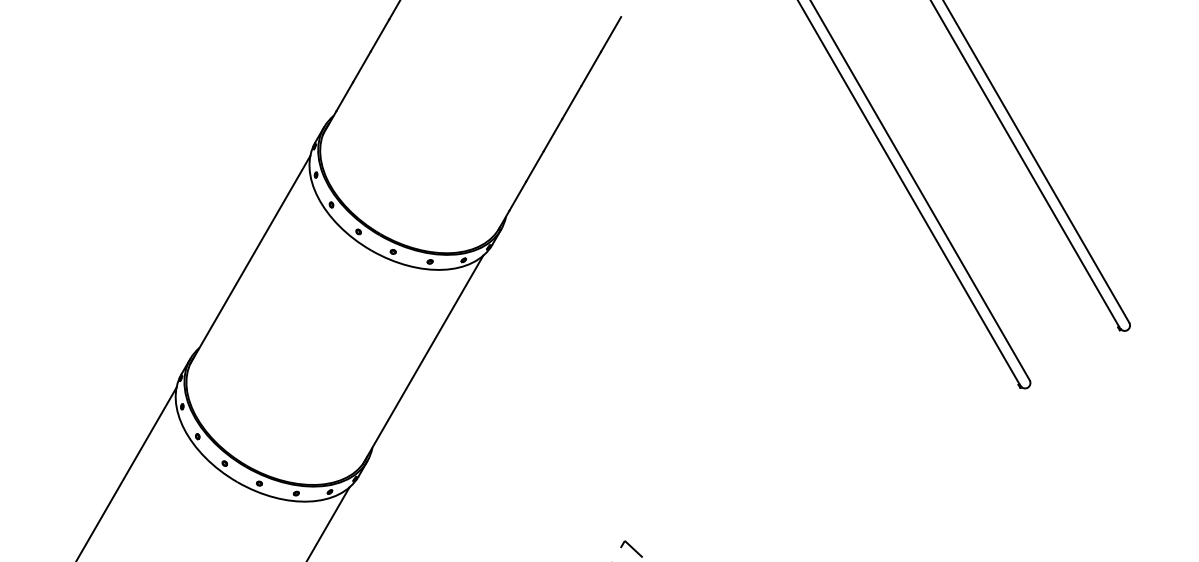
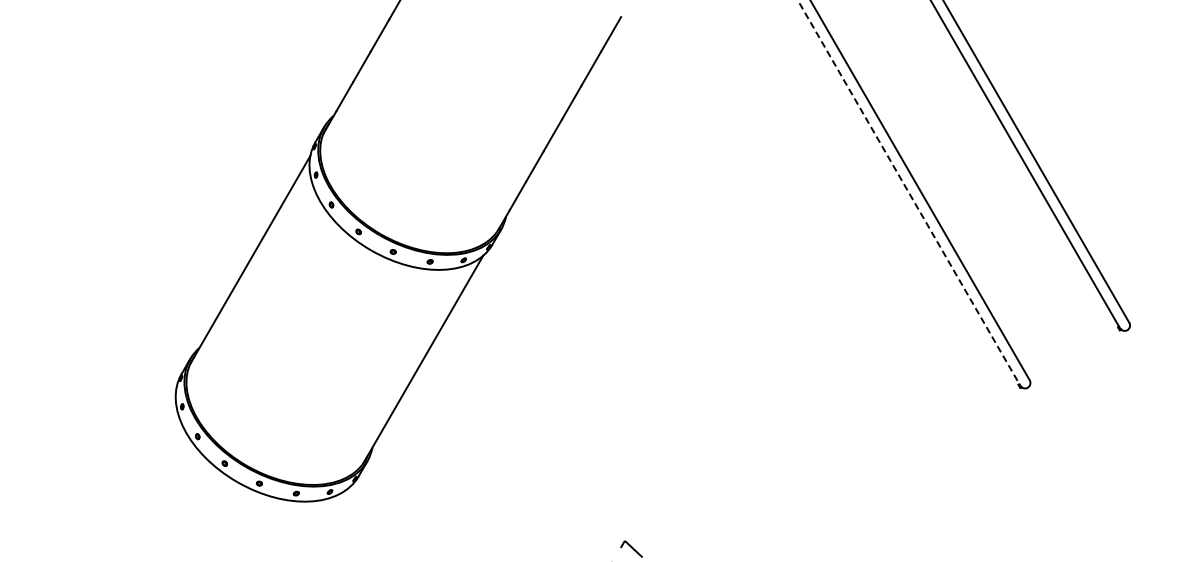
line at (909, 193): solid -> dashed
line at (126, 472): present -> none
line at (328, 522): present -> none
